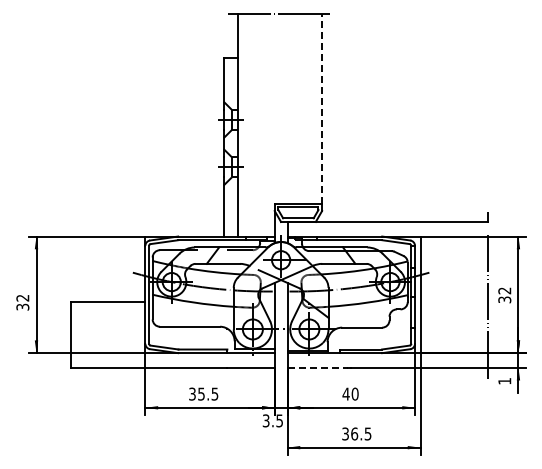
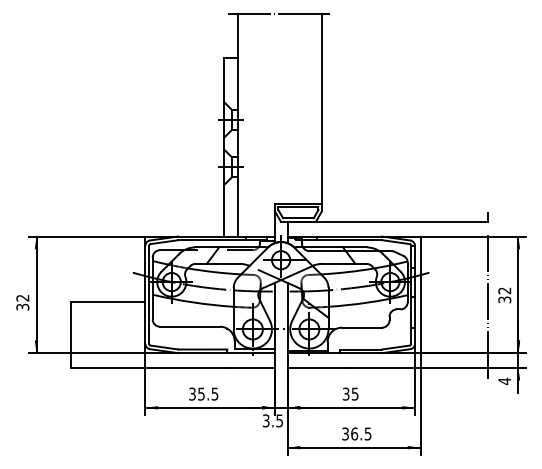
line at (322, 108): dashed -> solid
line at (318, 367): dashed -> solid
text at (504, 381): 1 -> 4
text at (350, 393): 40 -> 35
